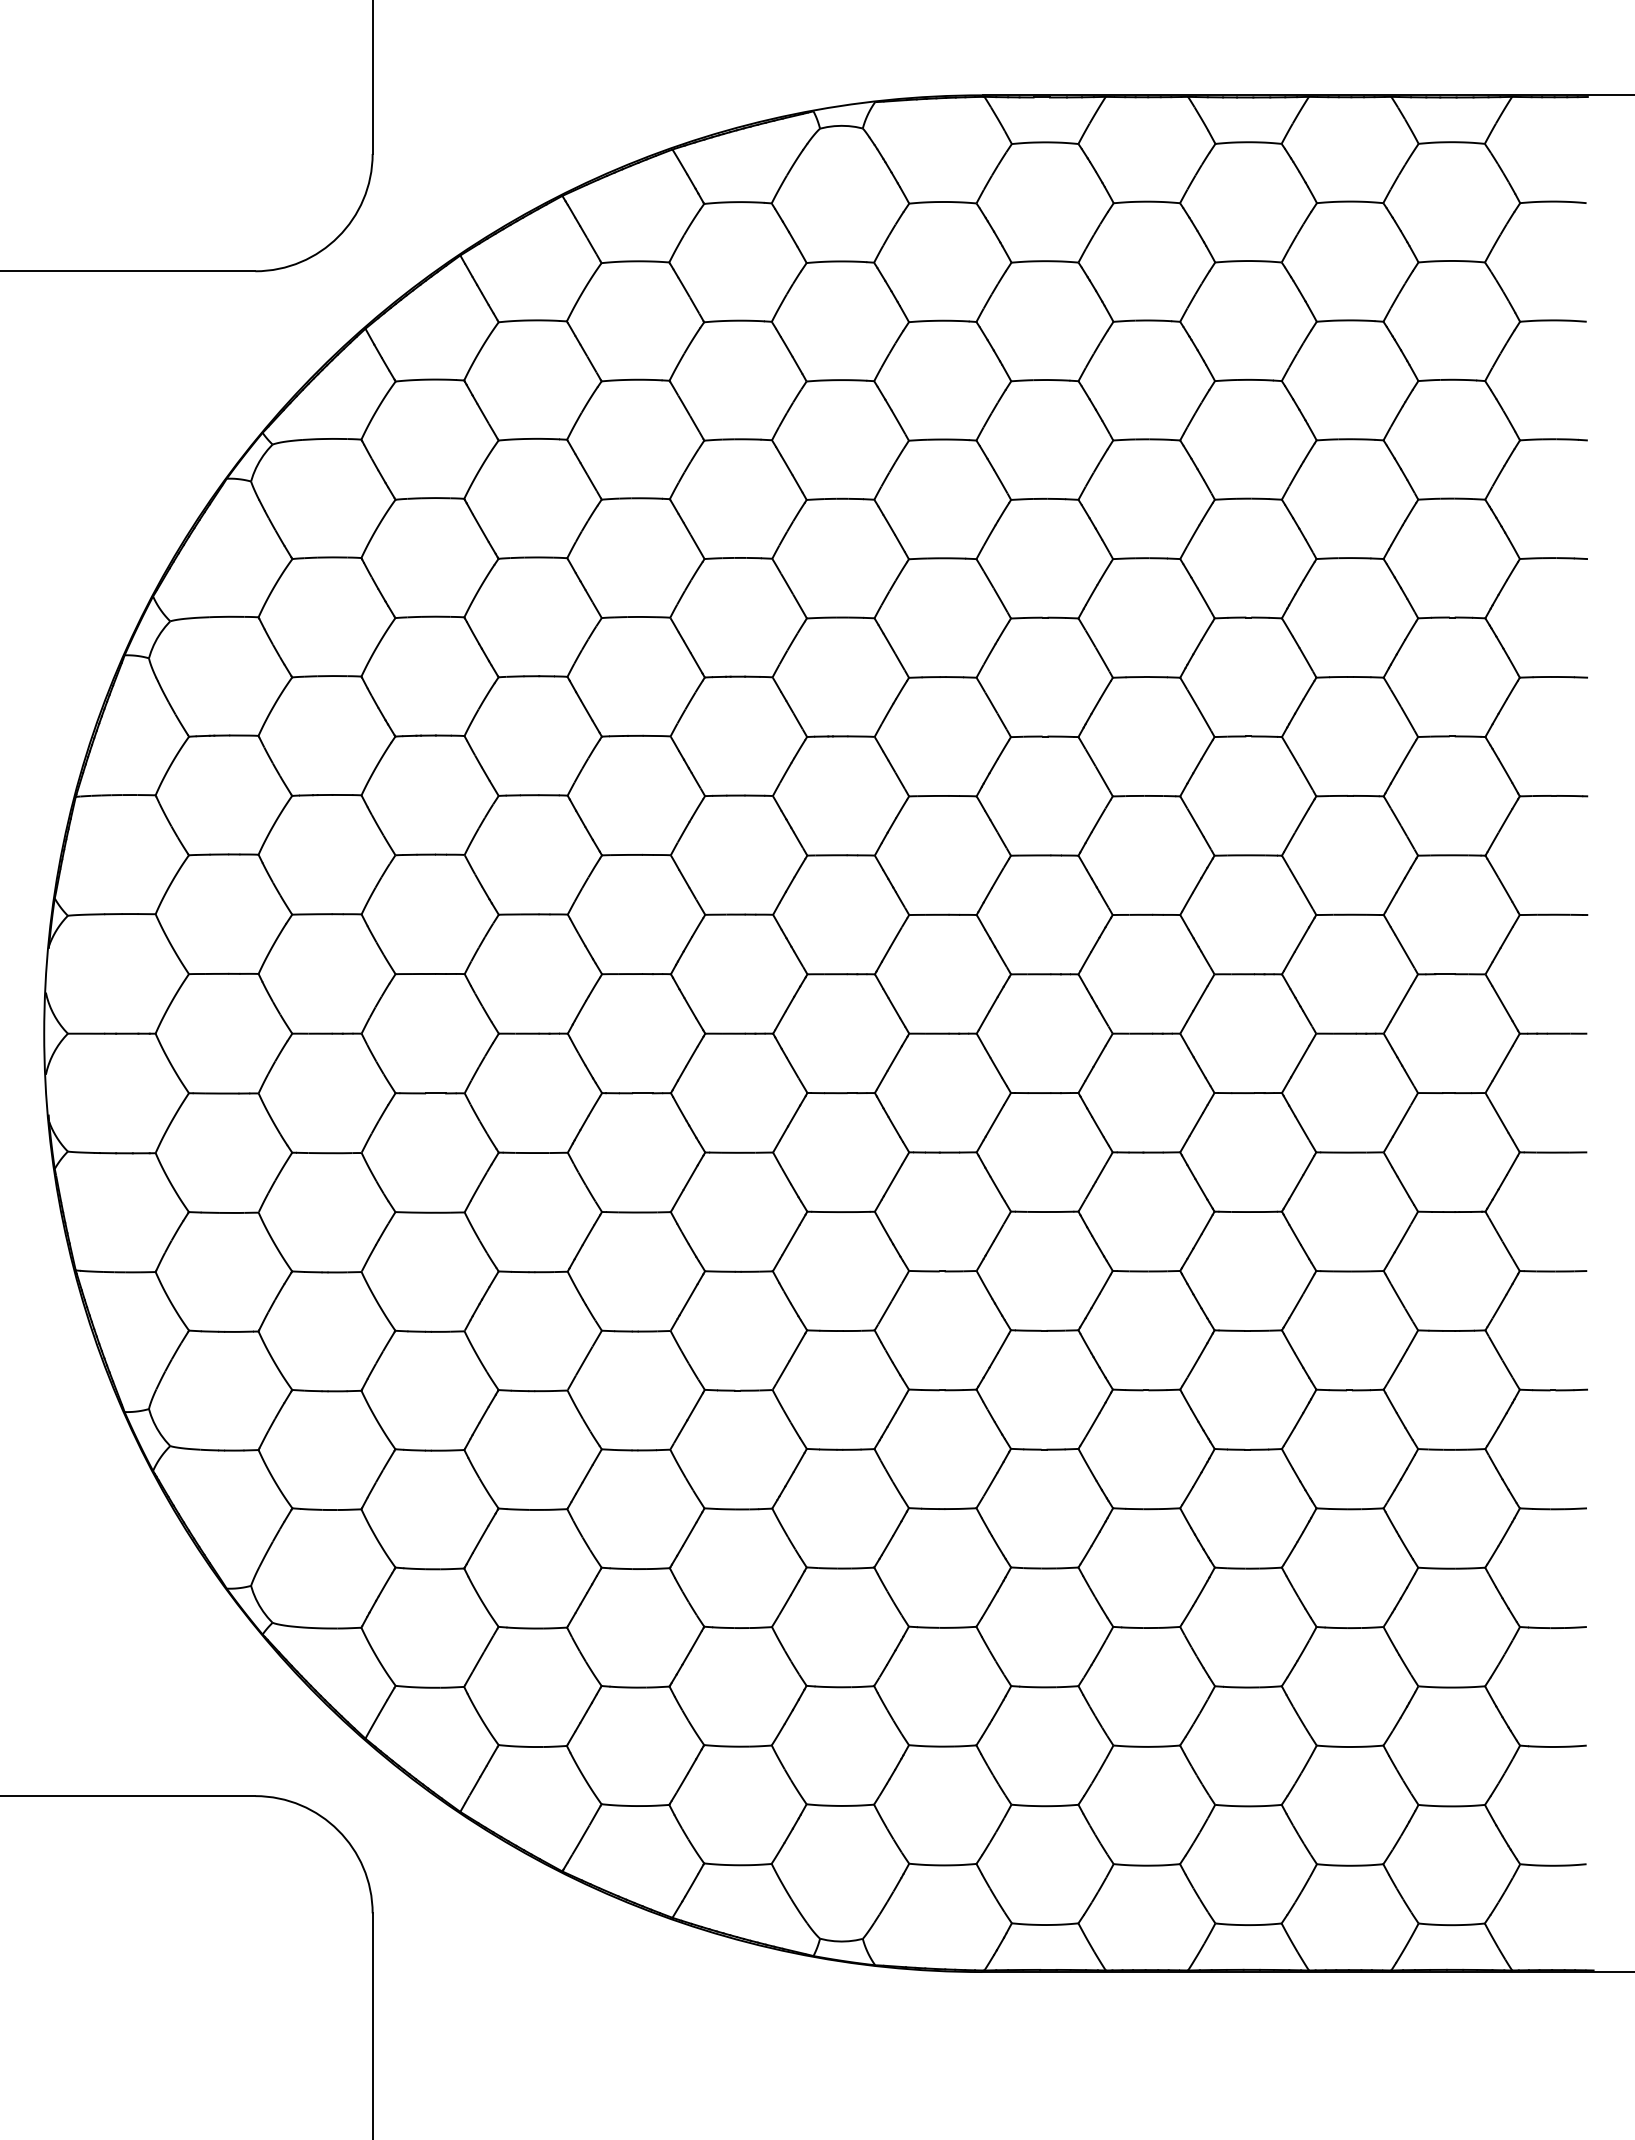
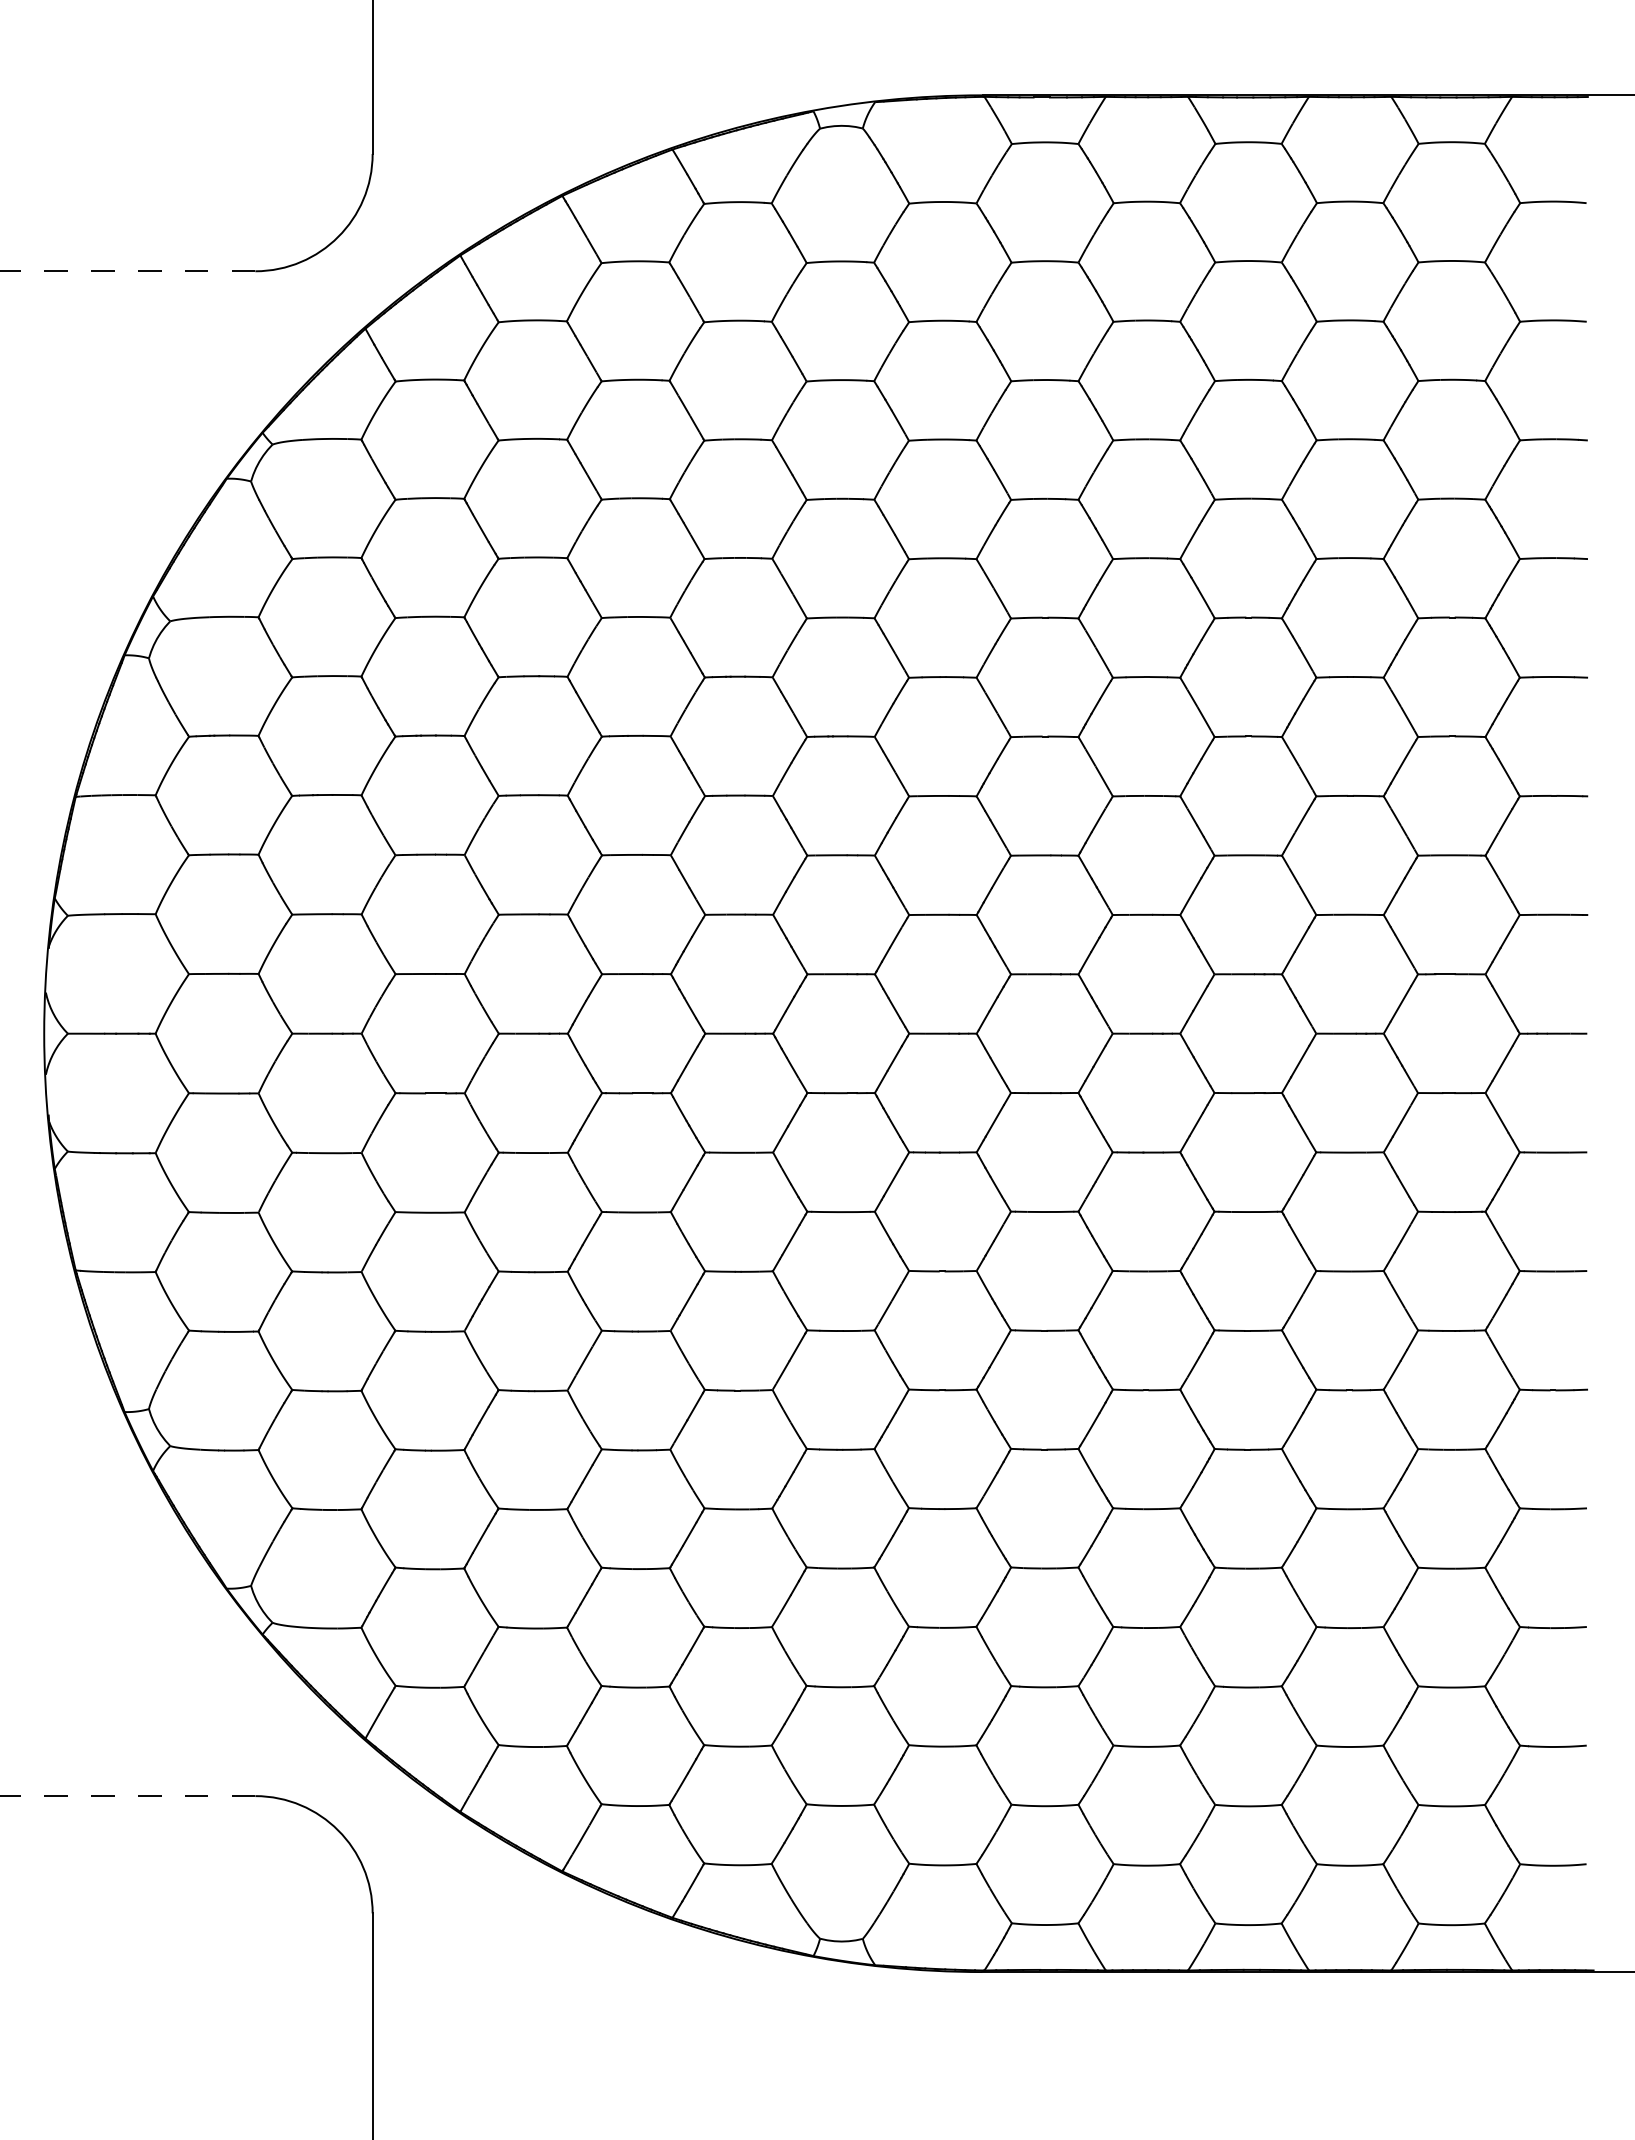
line at (127, 271): solid -> dashed
line at (127, 1796): solid -> dashed
